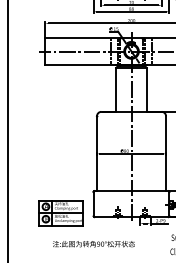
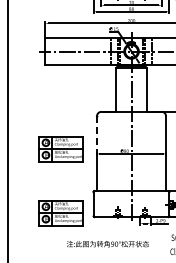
line at (97, 135): solid -> dashed
part at (60, 149): none -> present
text at (93, 244) position: (93, 244) -> (107, 244)
